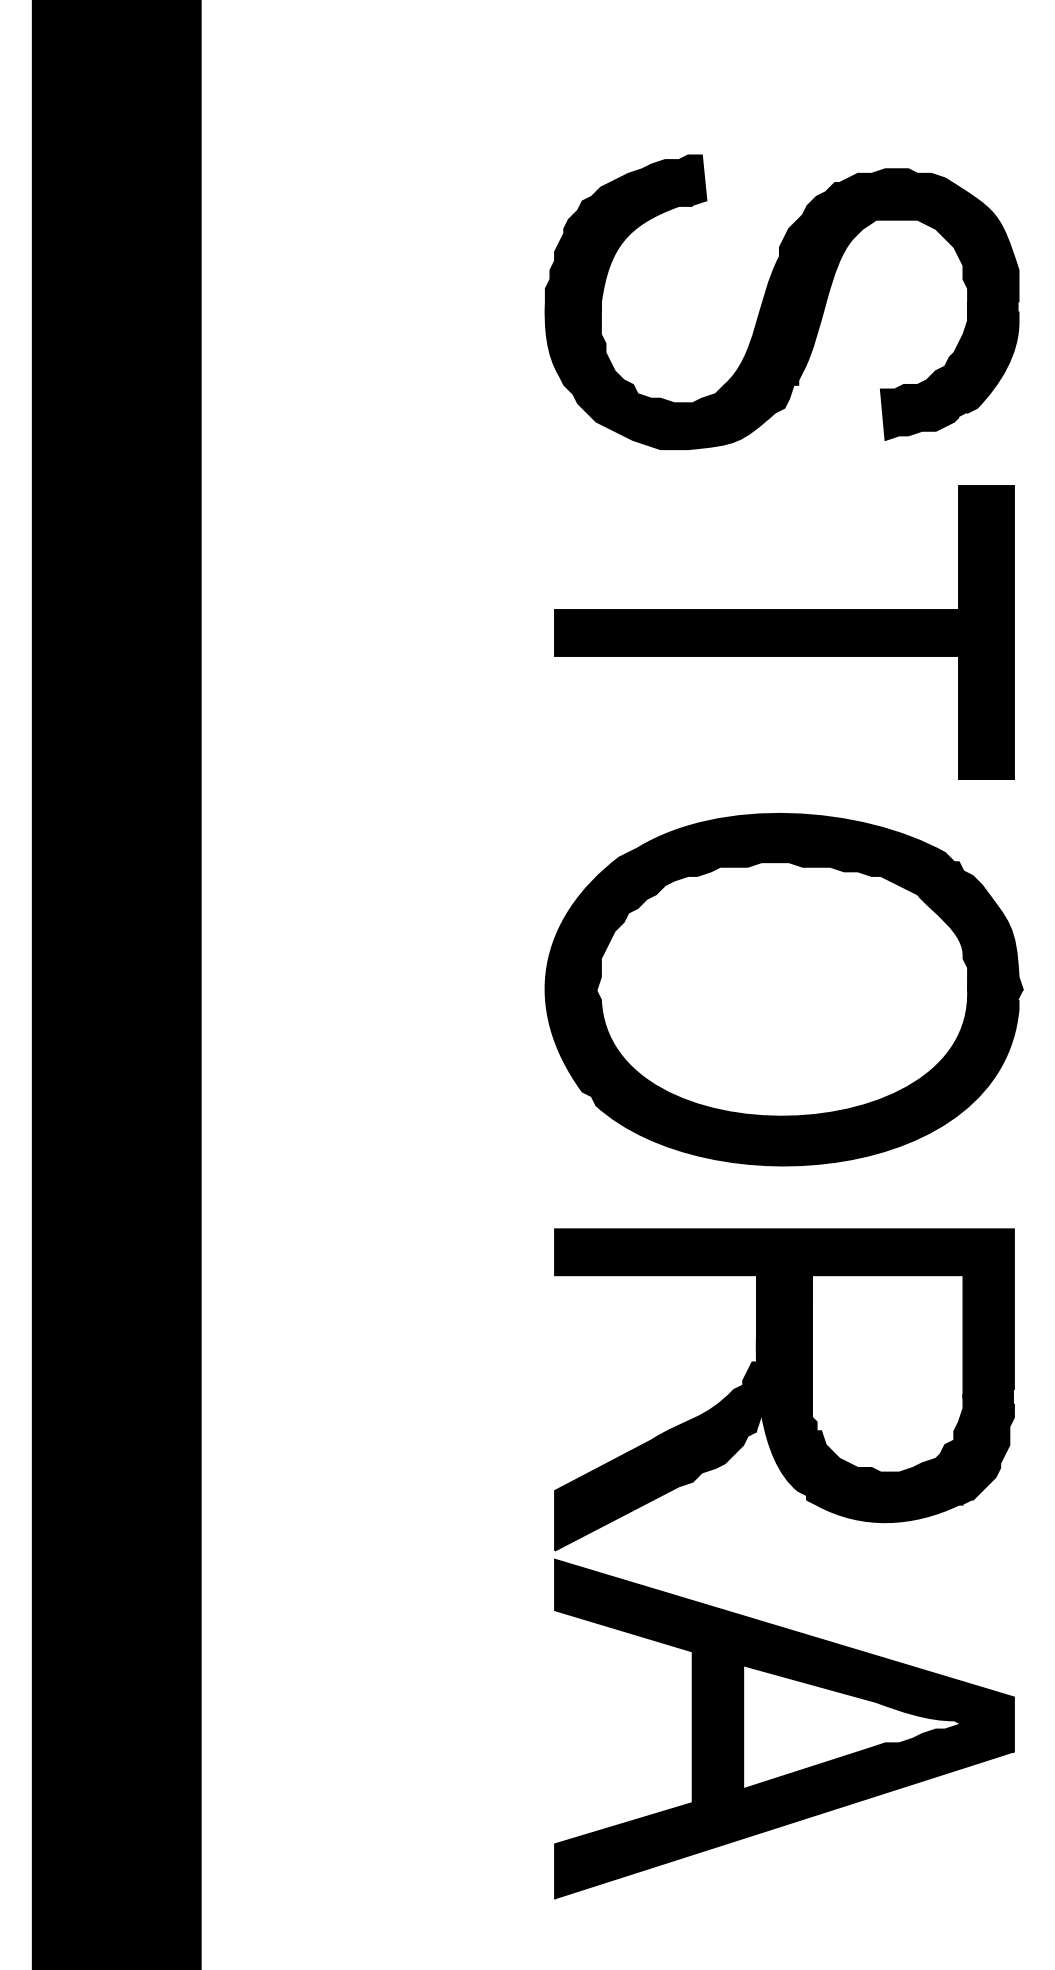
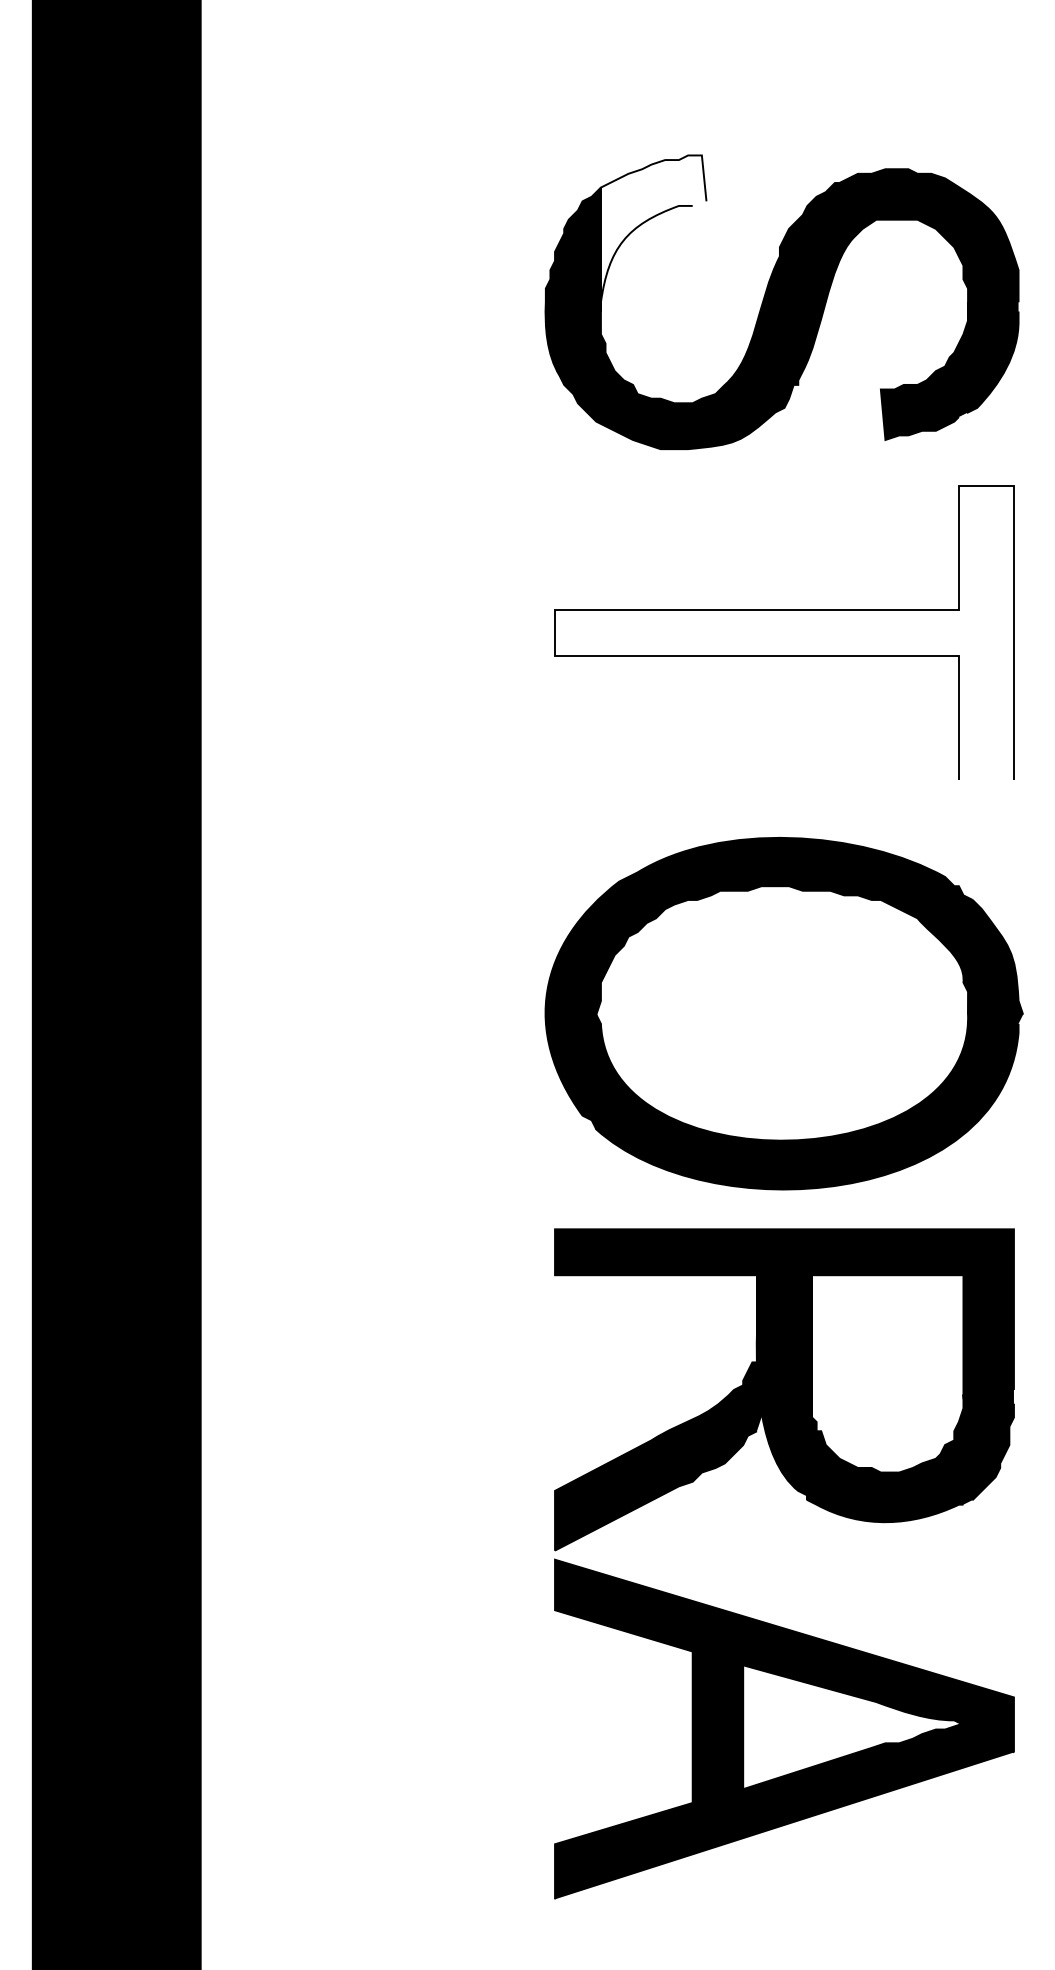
fill at (653, 233): present -> none
fill at (784, 632): present -> none
part at (783, 989) position: (783, 989) -> (783, 1013)
